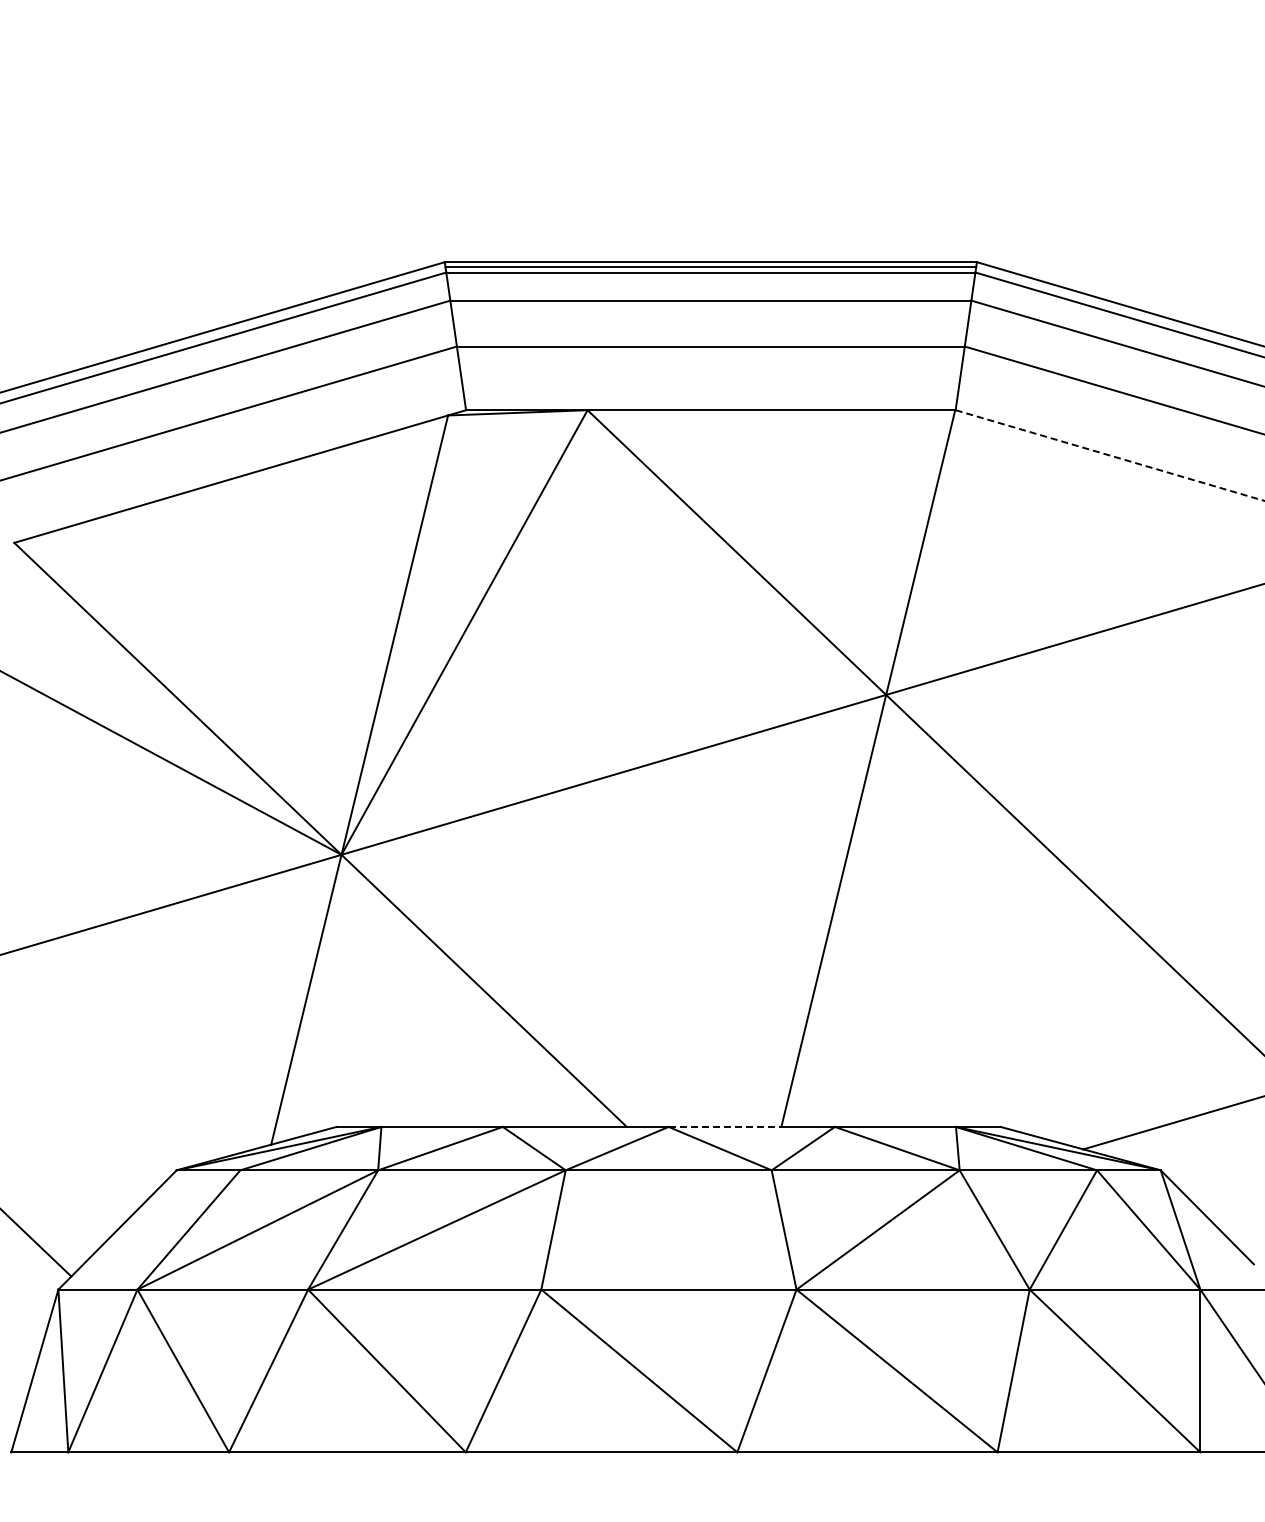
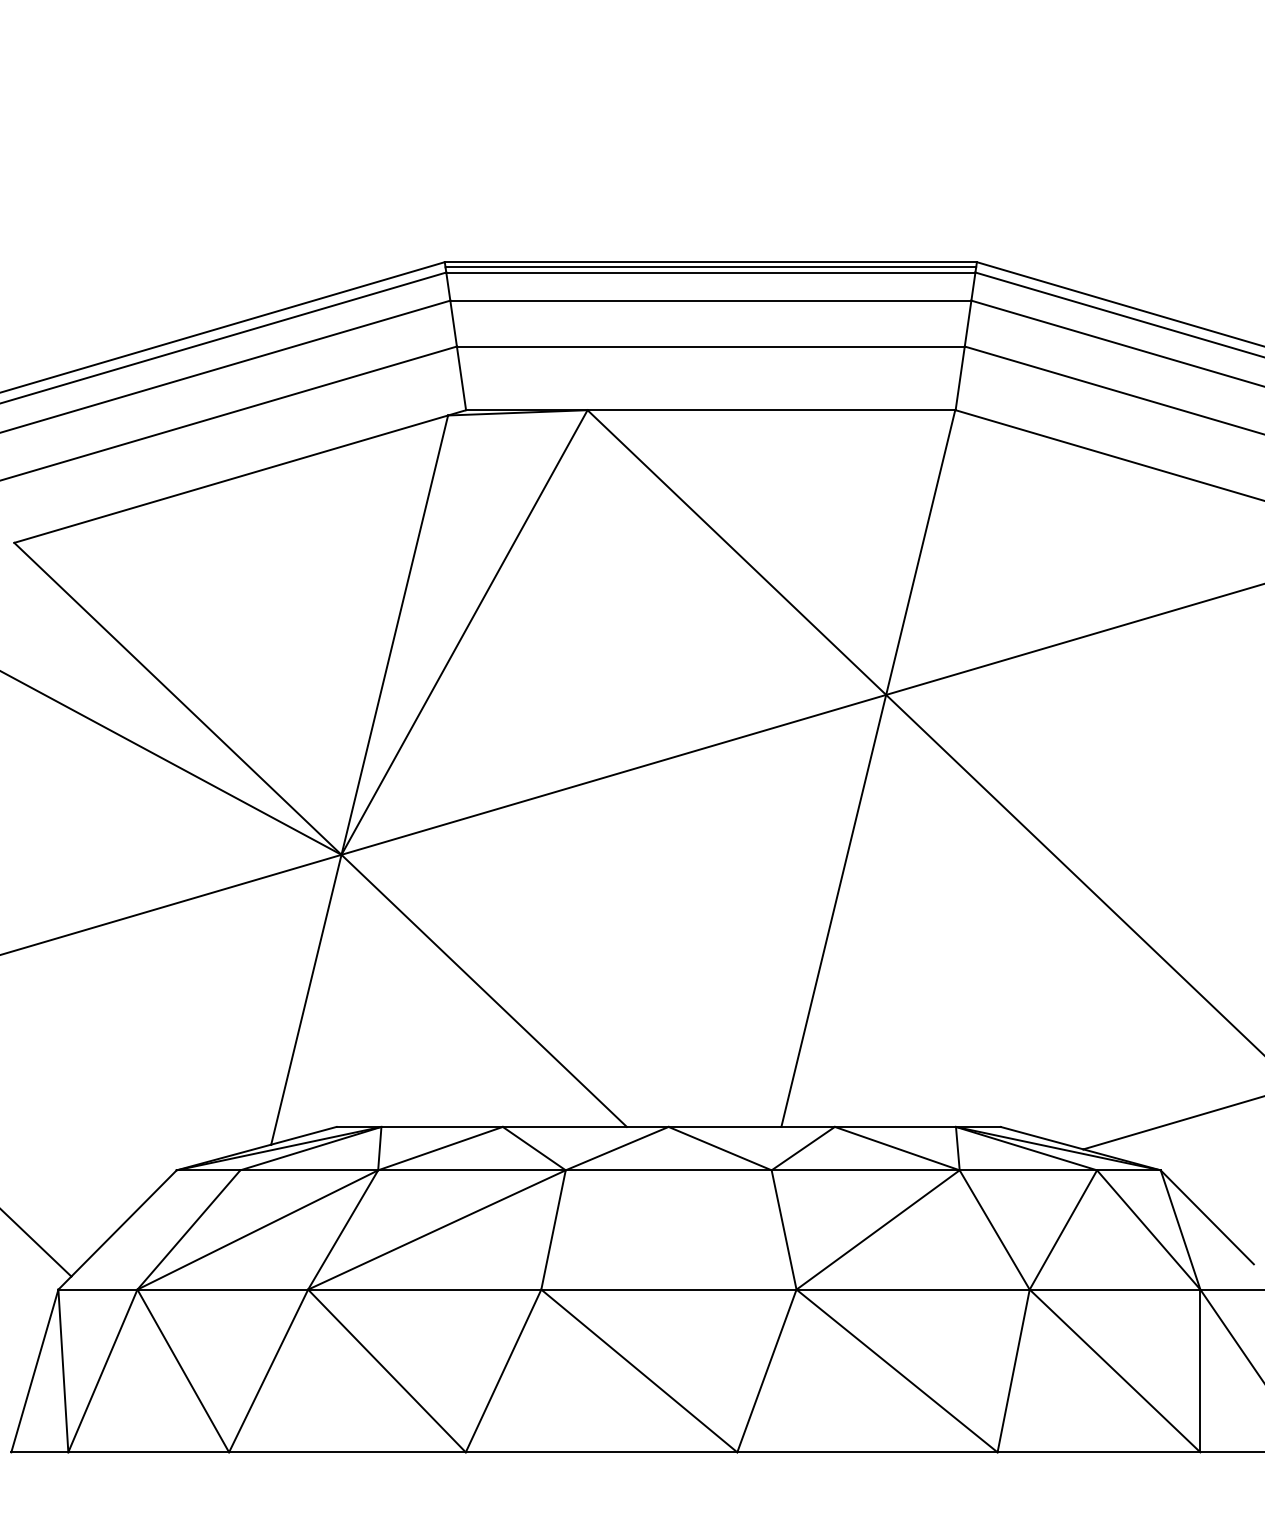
line at (1109, 455): dashed -> solid
line at (725, 1126): dashed -> solid
